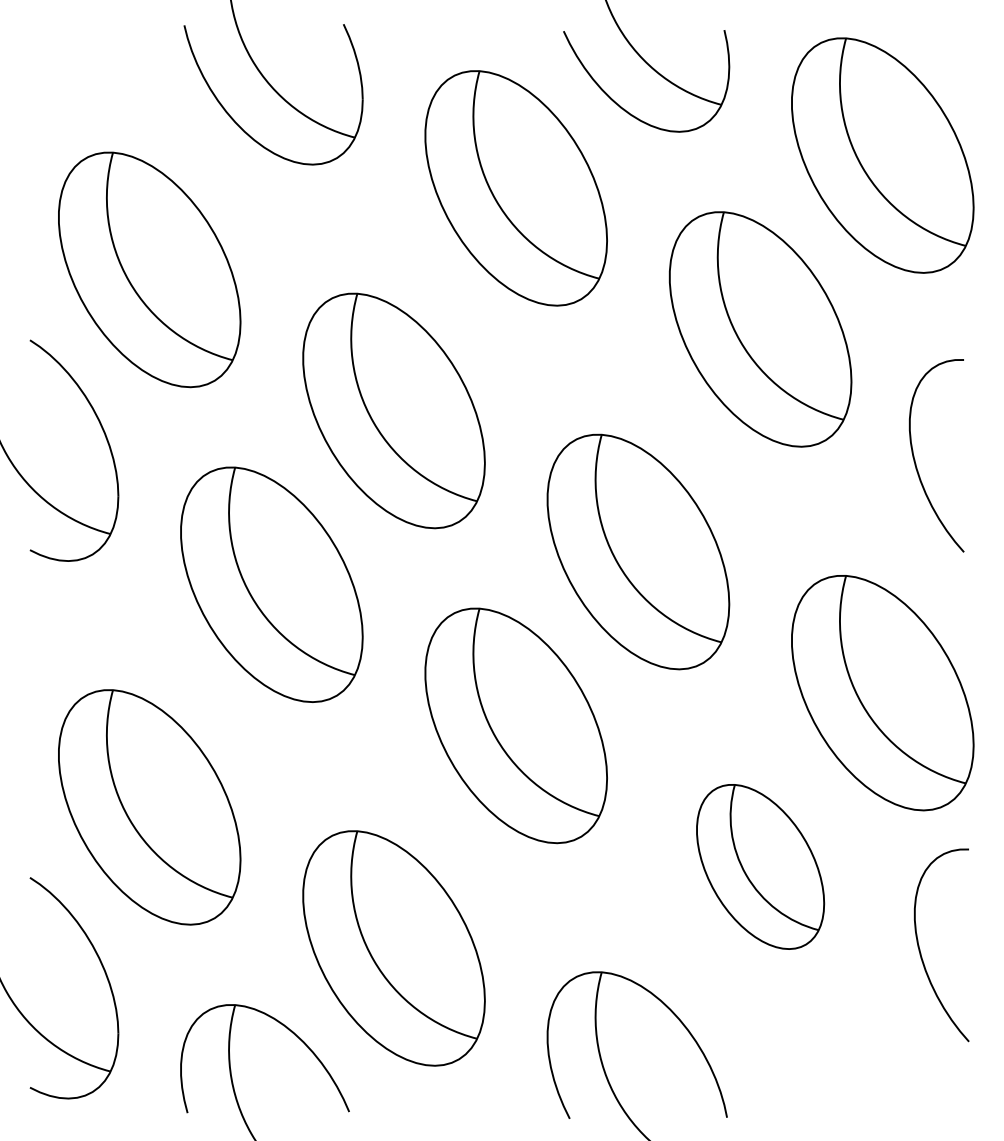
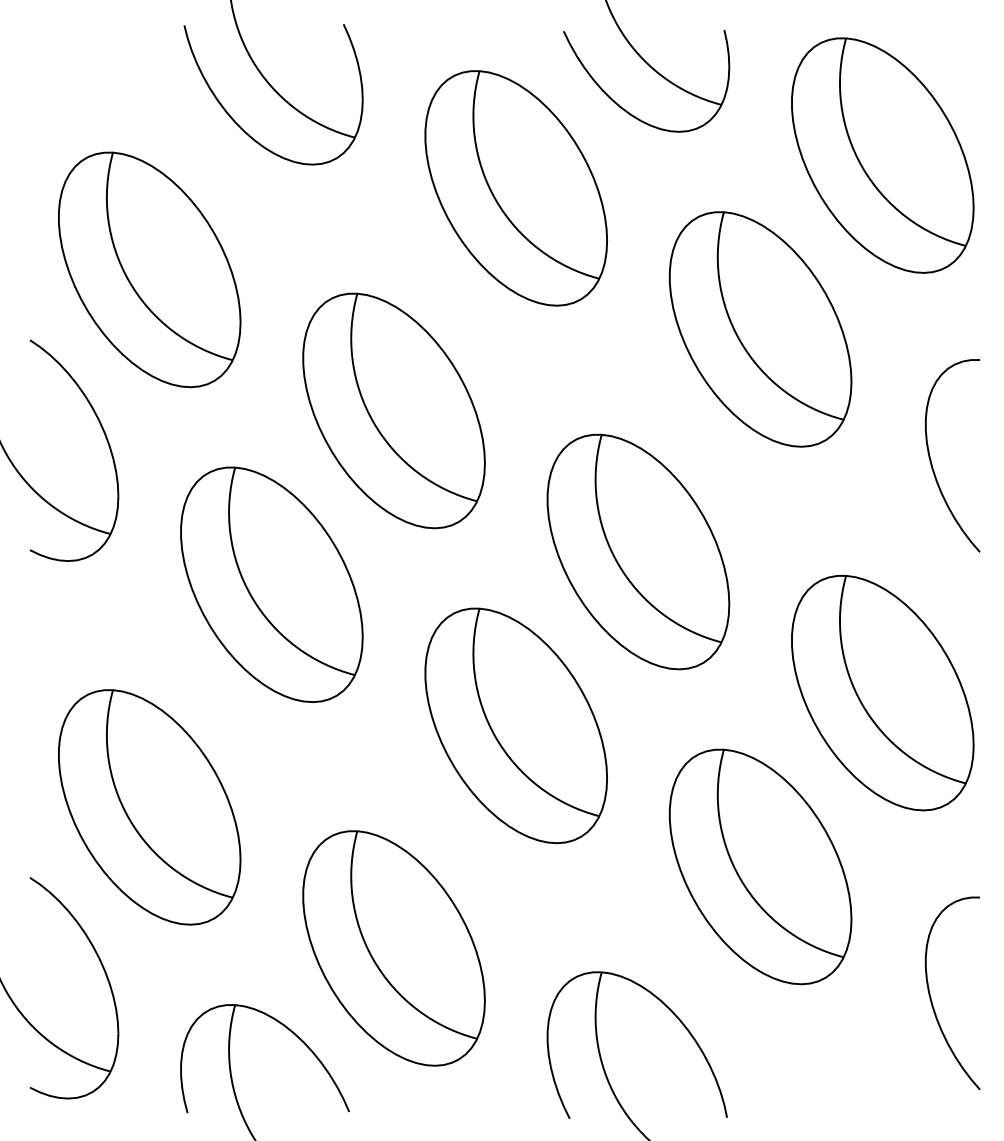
curve at (915, 459) position: (915, 459) -> (931, 459)
part at (760, 866) size: 130x166 px -> 185x238 px
curve at (920, 949) position: (920, 949) -> (931, 997)
